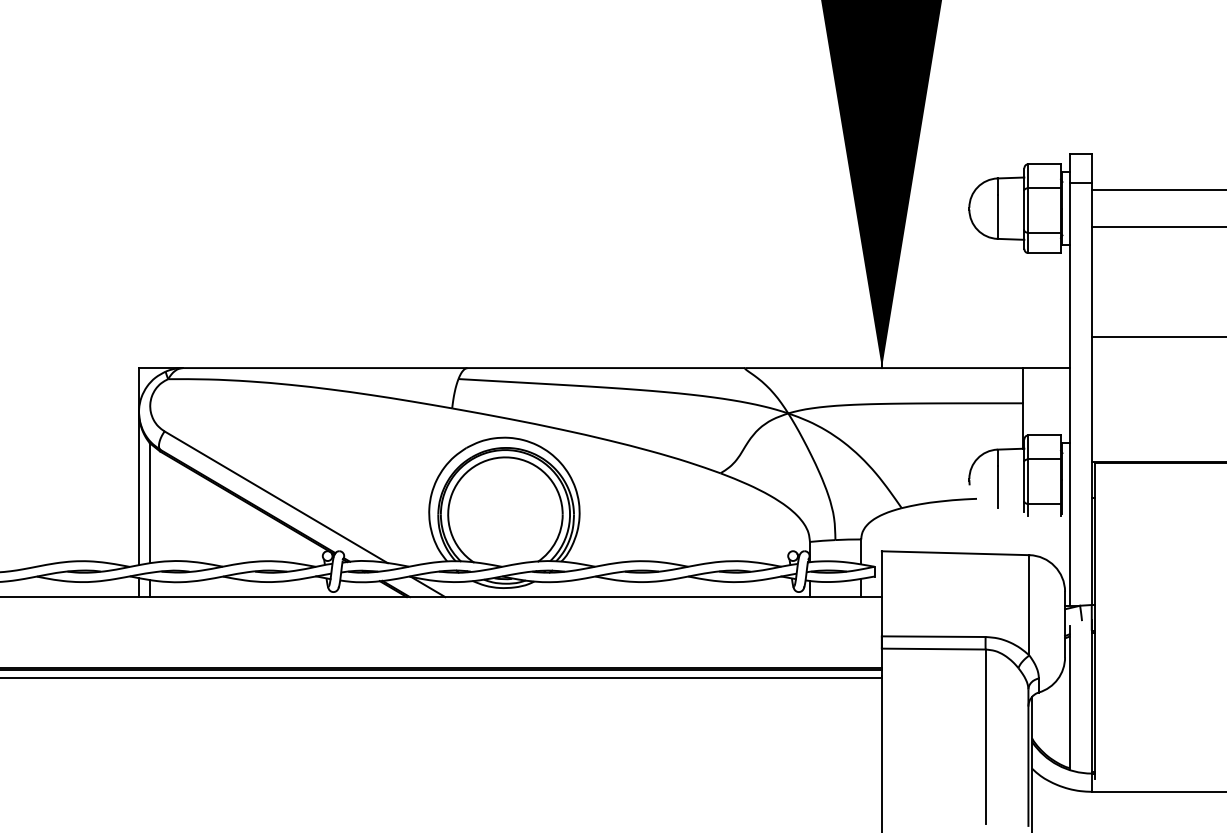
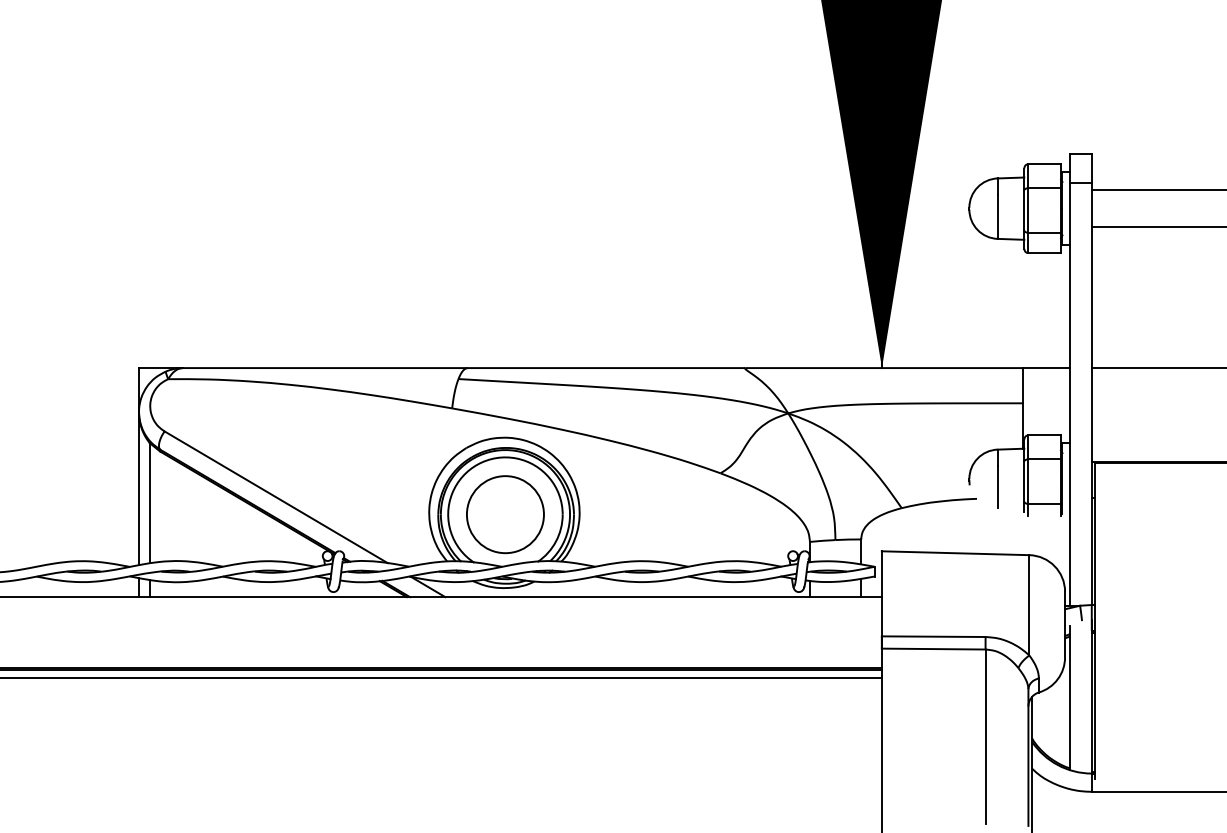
line at (1157, 337) position: (1157, 337) -> (1157, 368)
circle at (505, 514): none -> present
